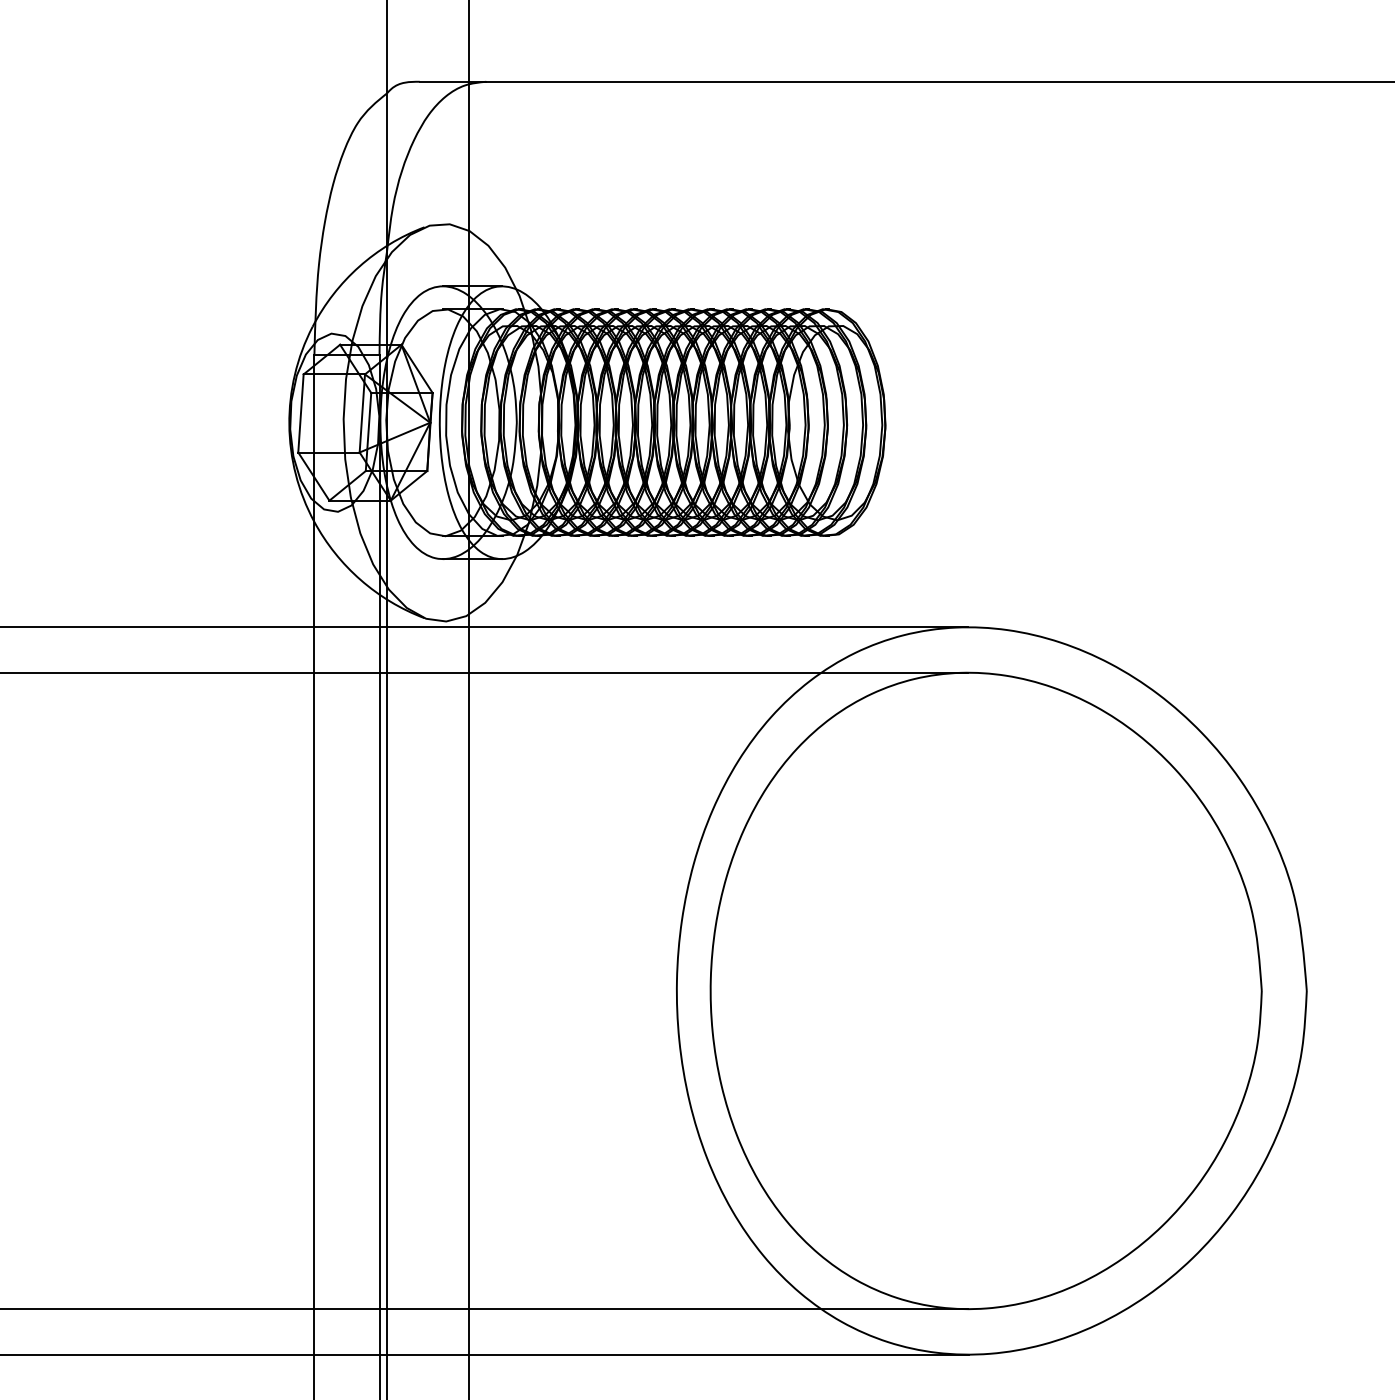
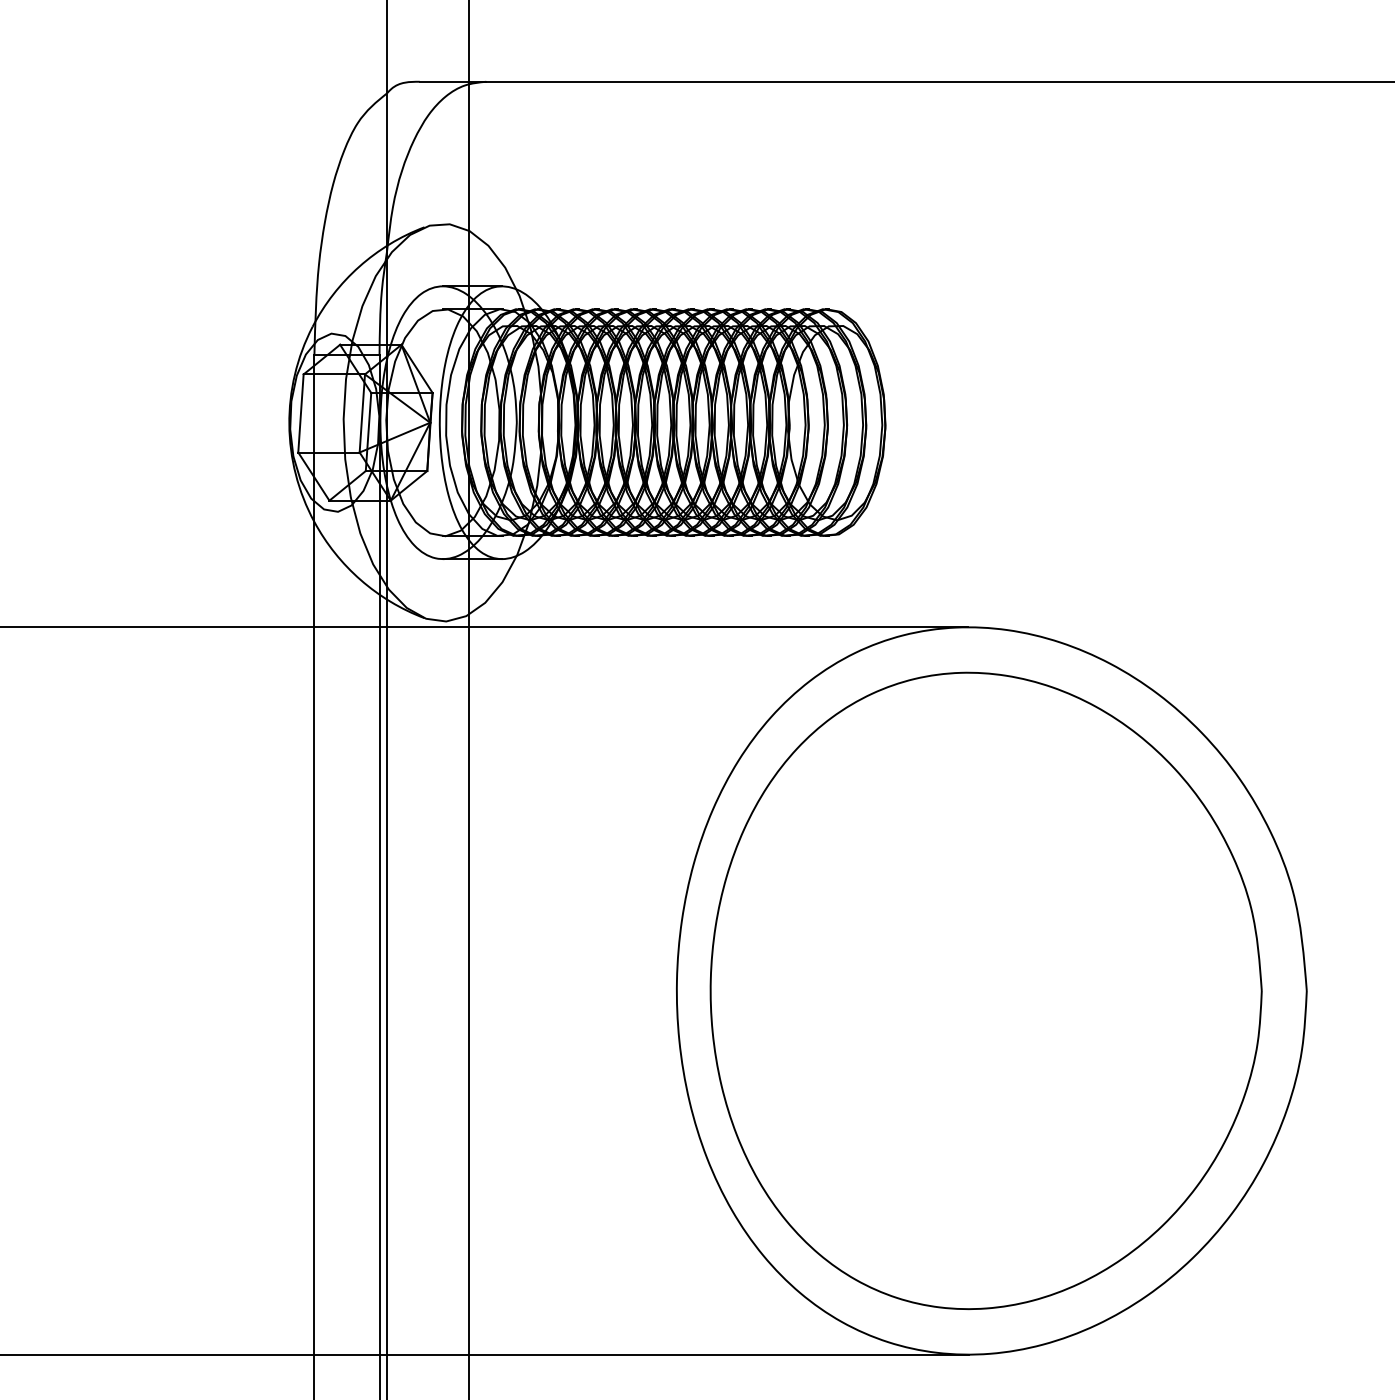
line at (485, 672): present -> none
line at (485, 1309): present -> none
